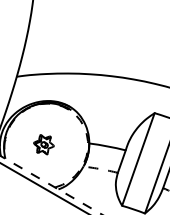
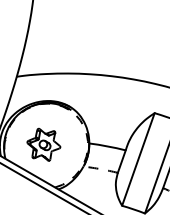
part at (43, 144) size: 22x22 px -> 36x35 px
line at (51, 185): dashed -> solid
